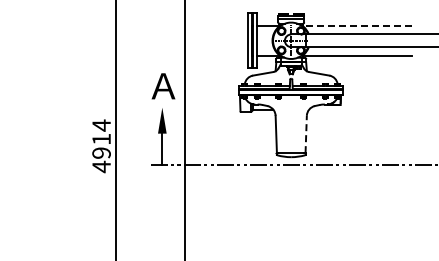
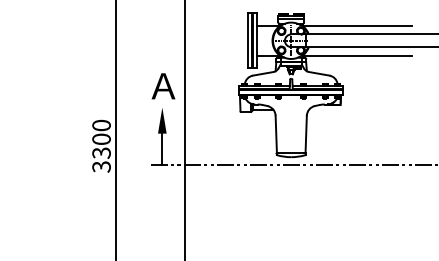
line at (357, 25): dashed -> solid
line at (306, 134): dashed -> solid
text at (101, 146): 4914 -> 3300
